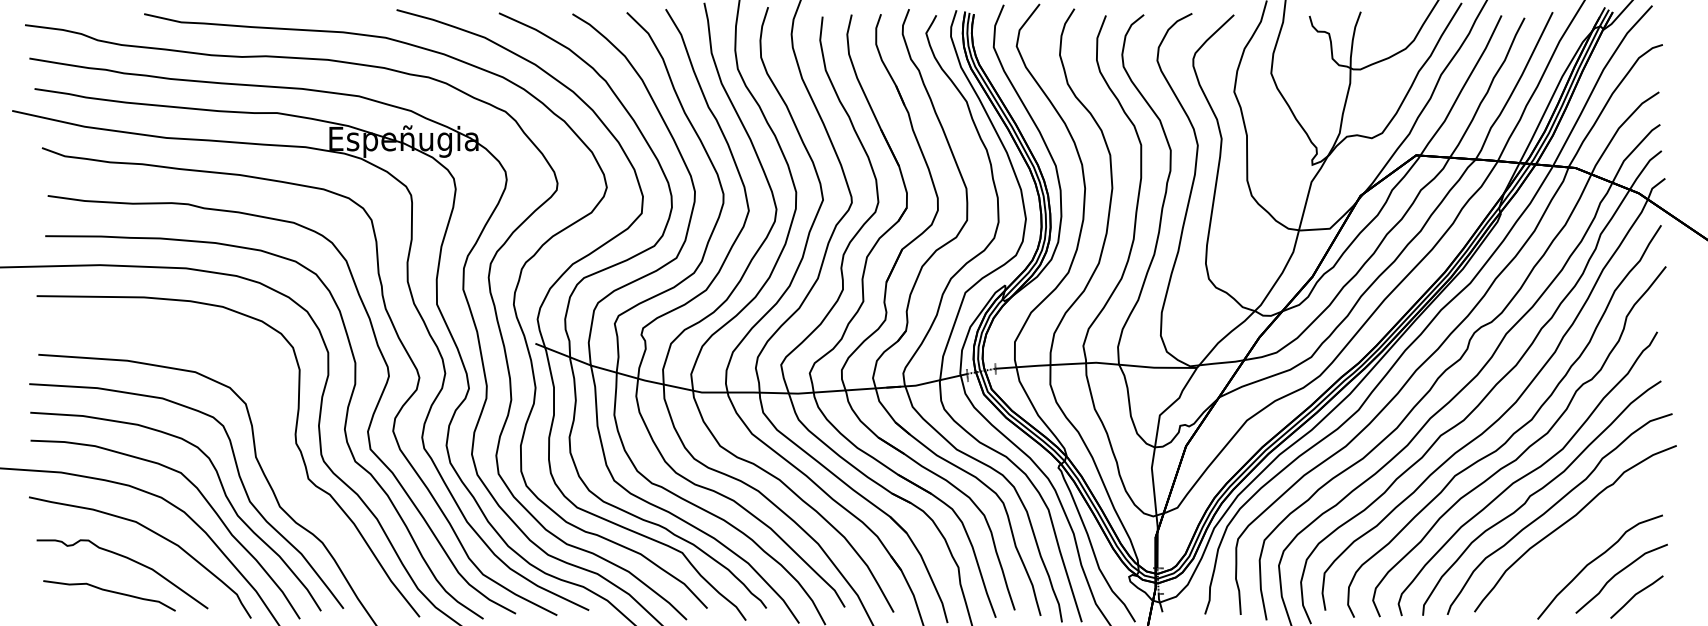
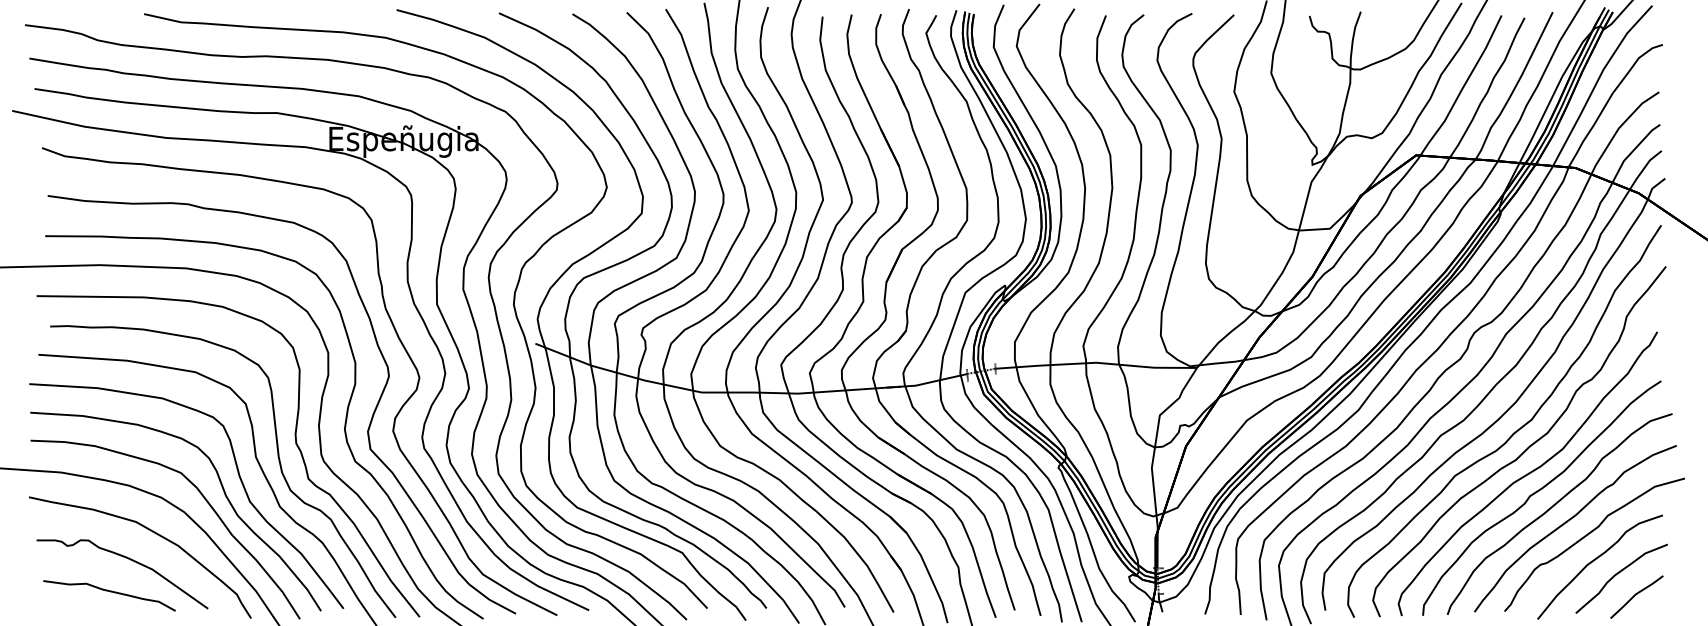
part at (277, 457): none -> present
part at (1588, 535): none -> present
